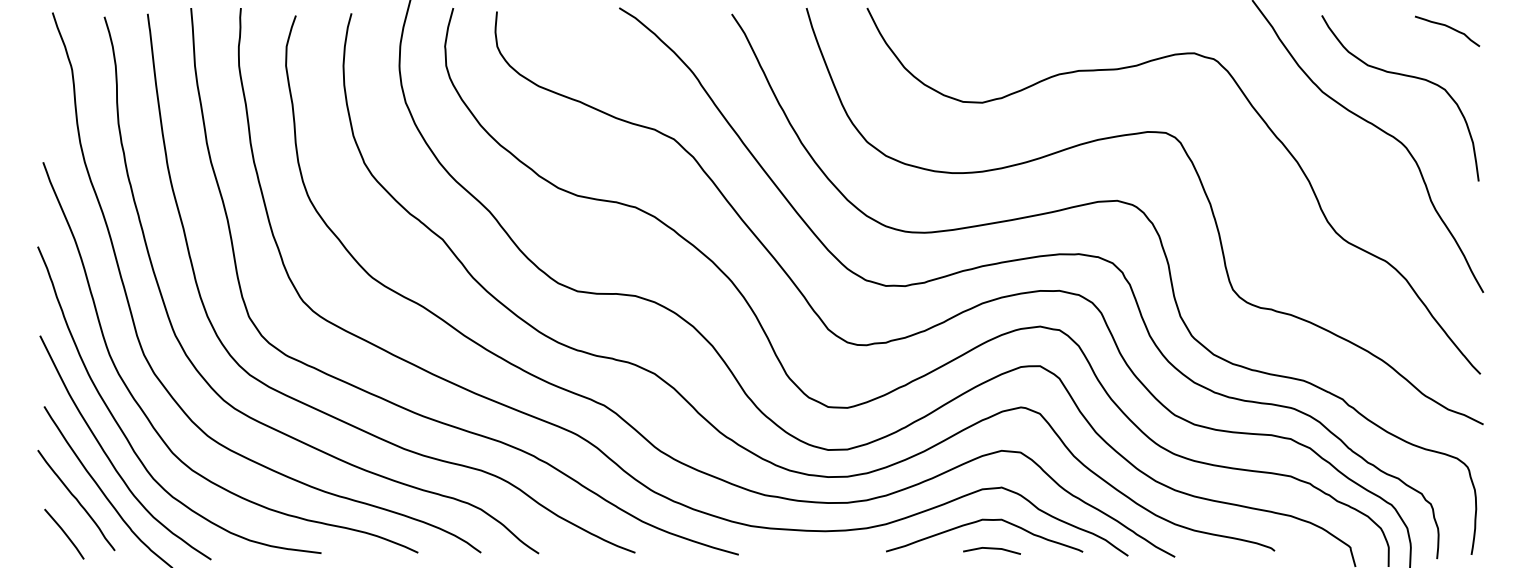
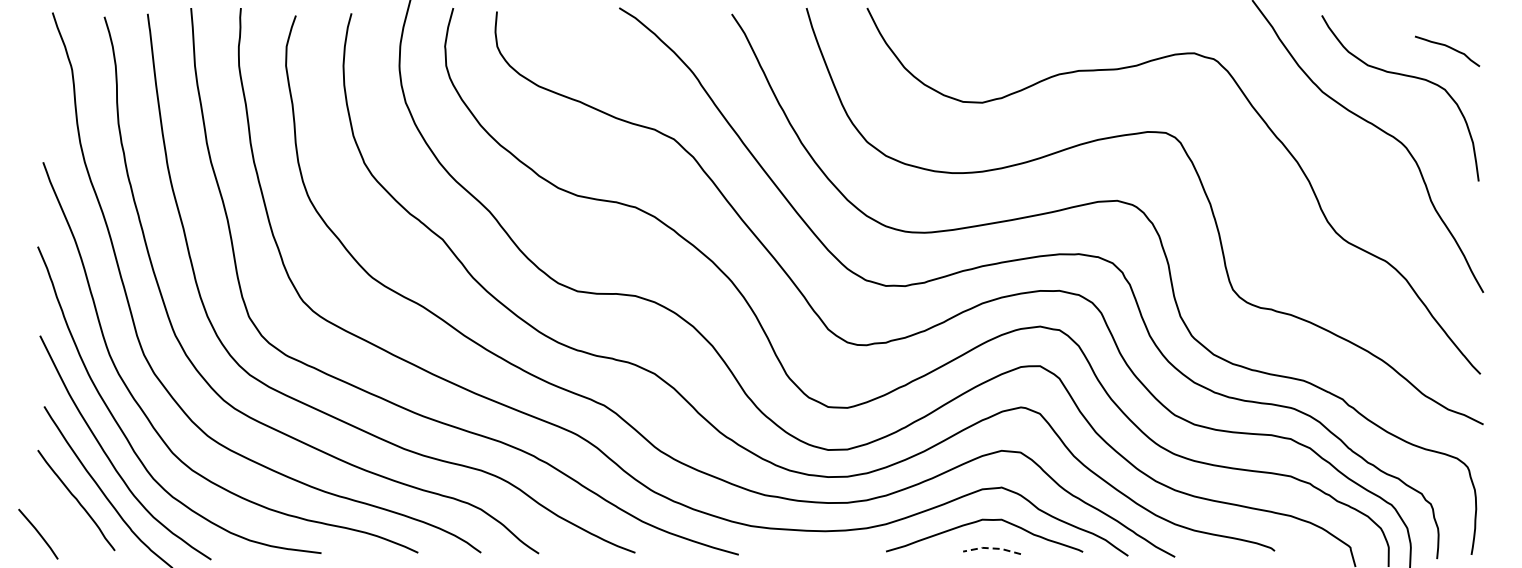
curve at (1449, 28) position: (1449, 28) -> (1449, 48)
curve at (64, 533) position: (64, 533) -> (38, 533)
line at (992, 548): solid -> dashed
